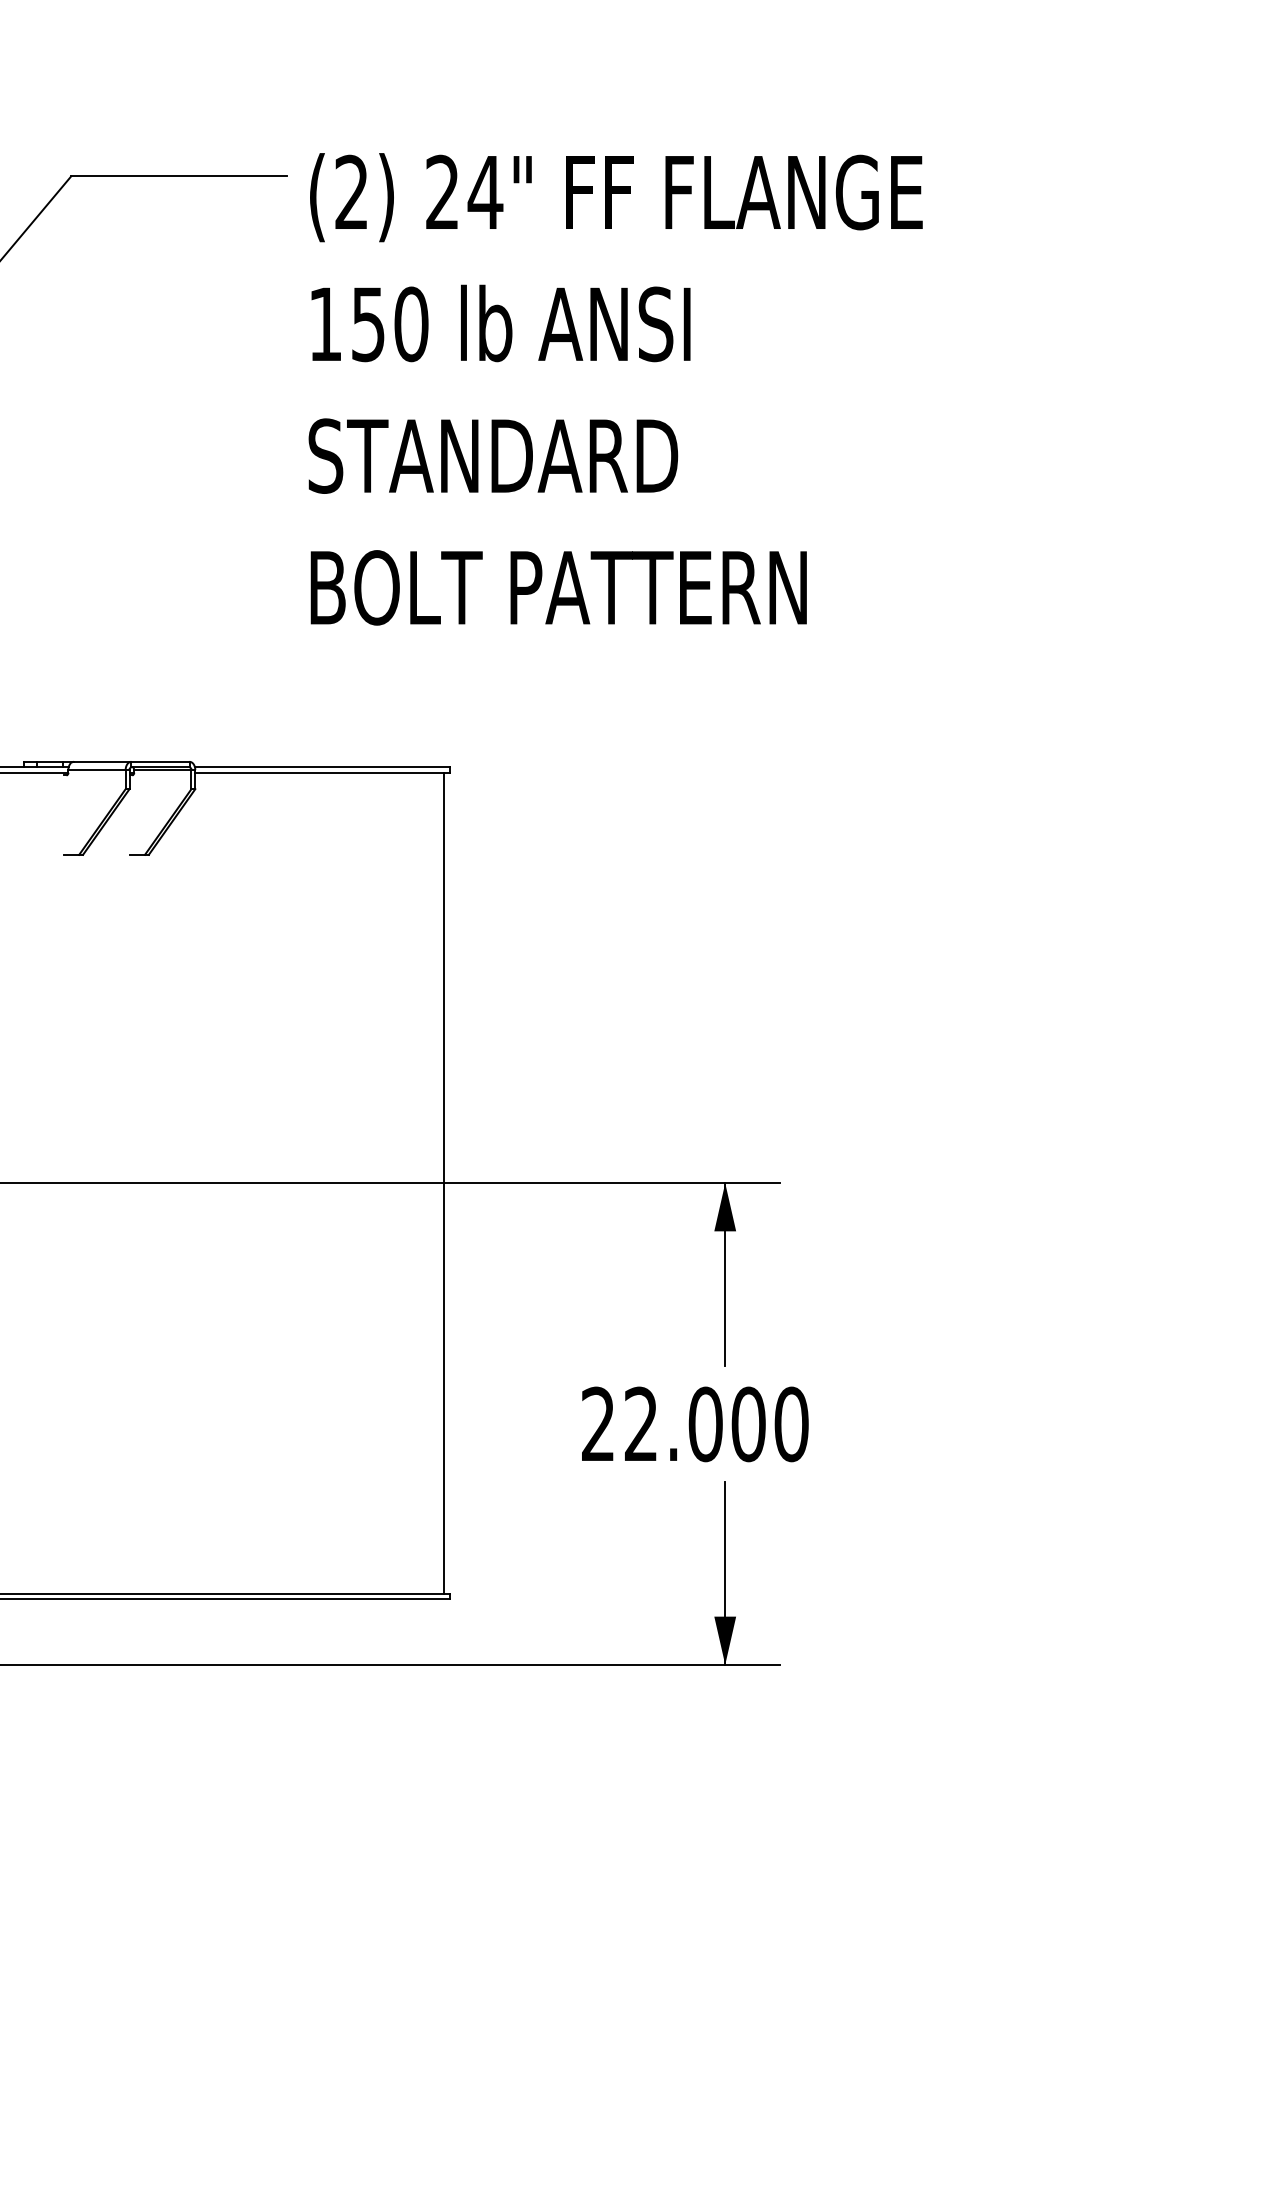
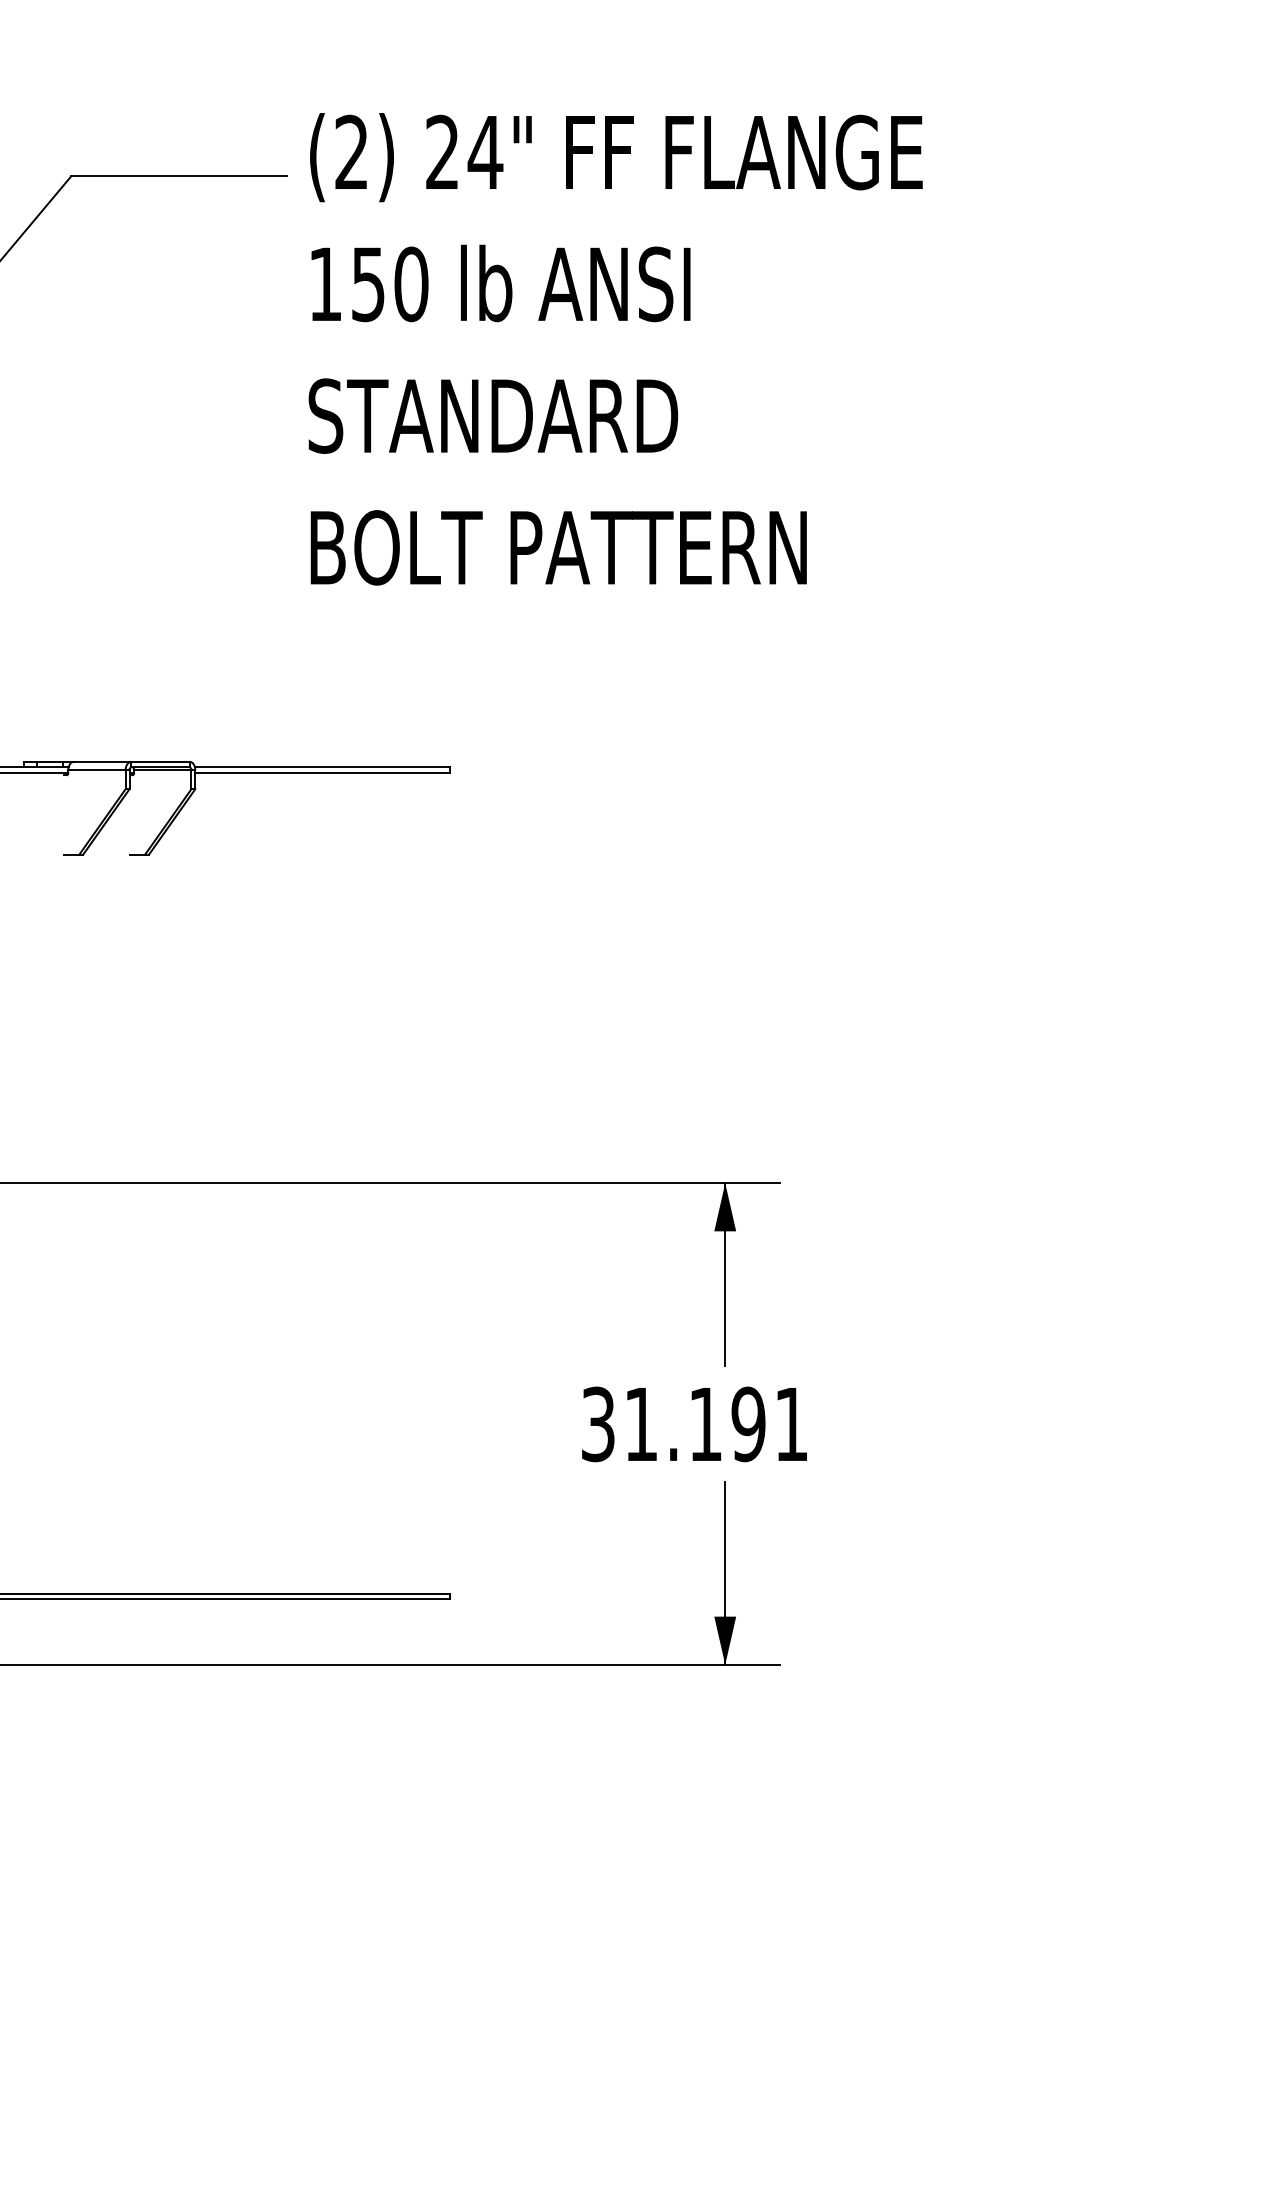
text at (615, 389) position: (615, 389) -> (615, 349)
line at (444, 1182): present -> none
text at (695, 1424): 22.000 -> 31.191
